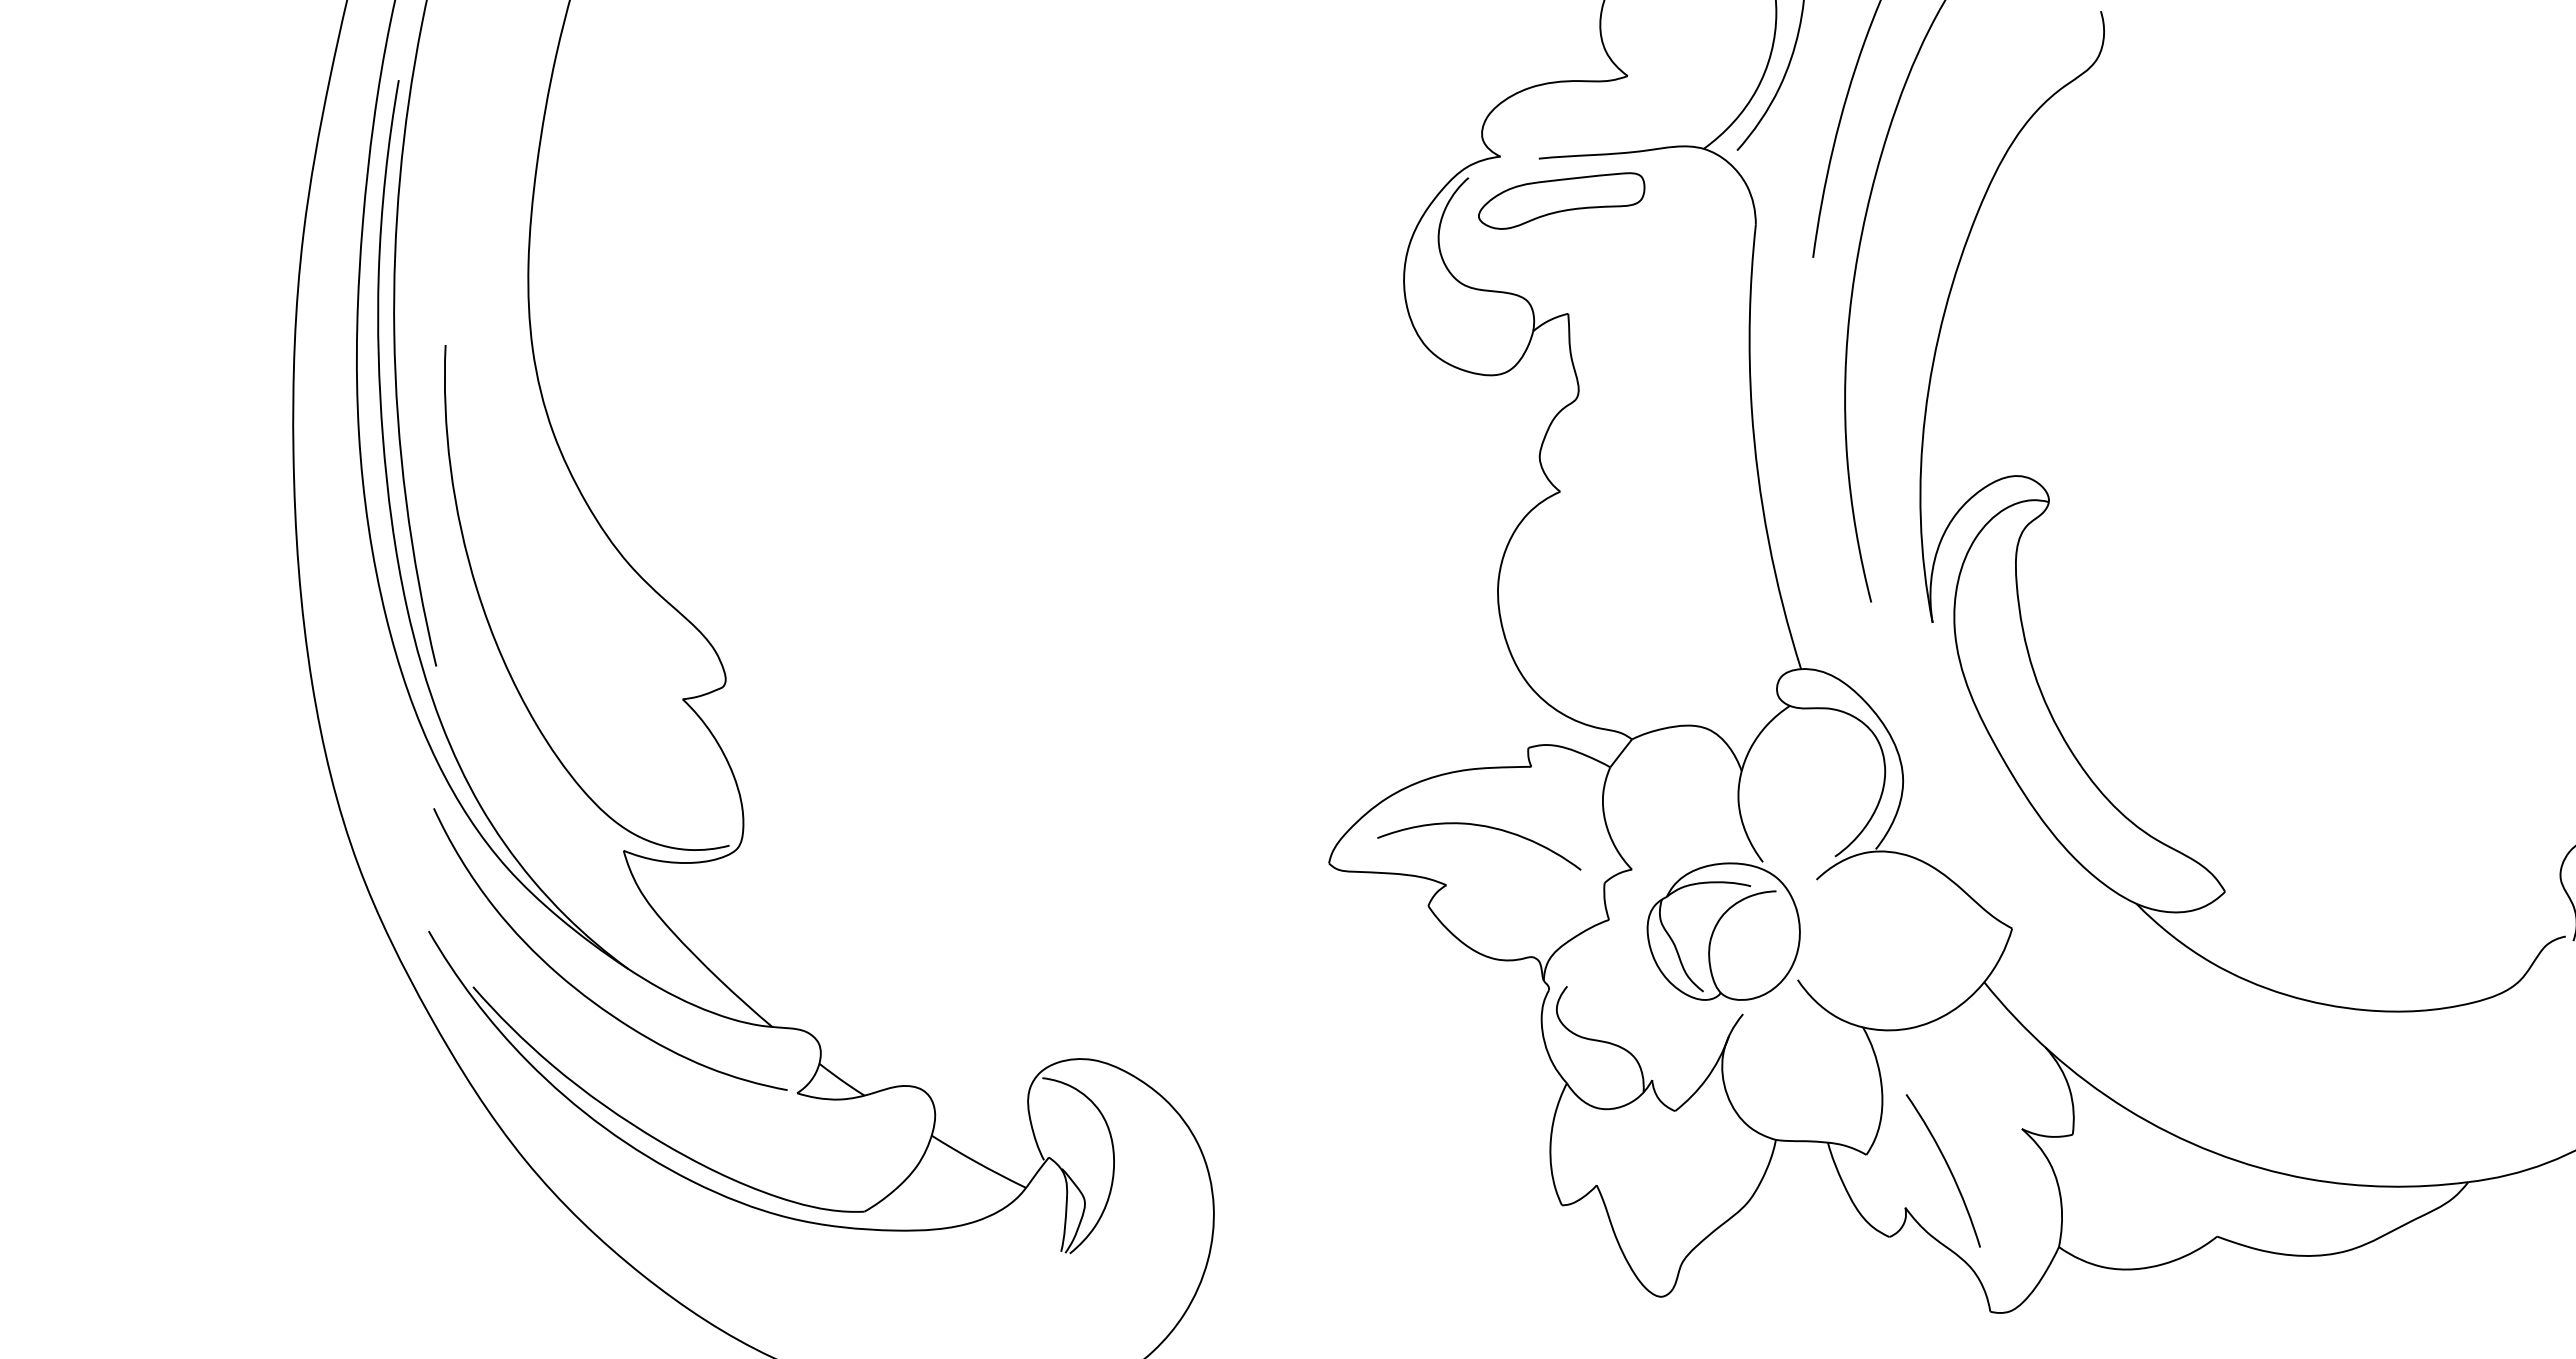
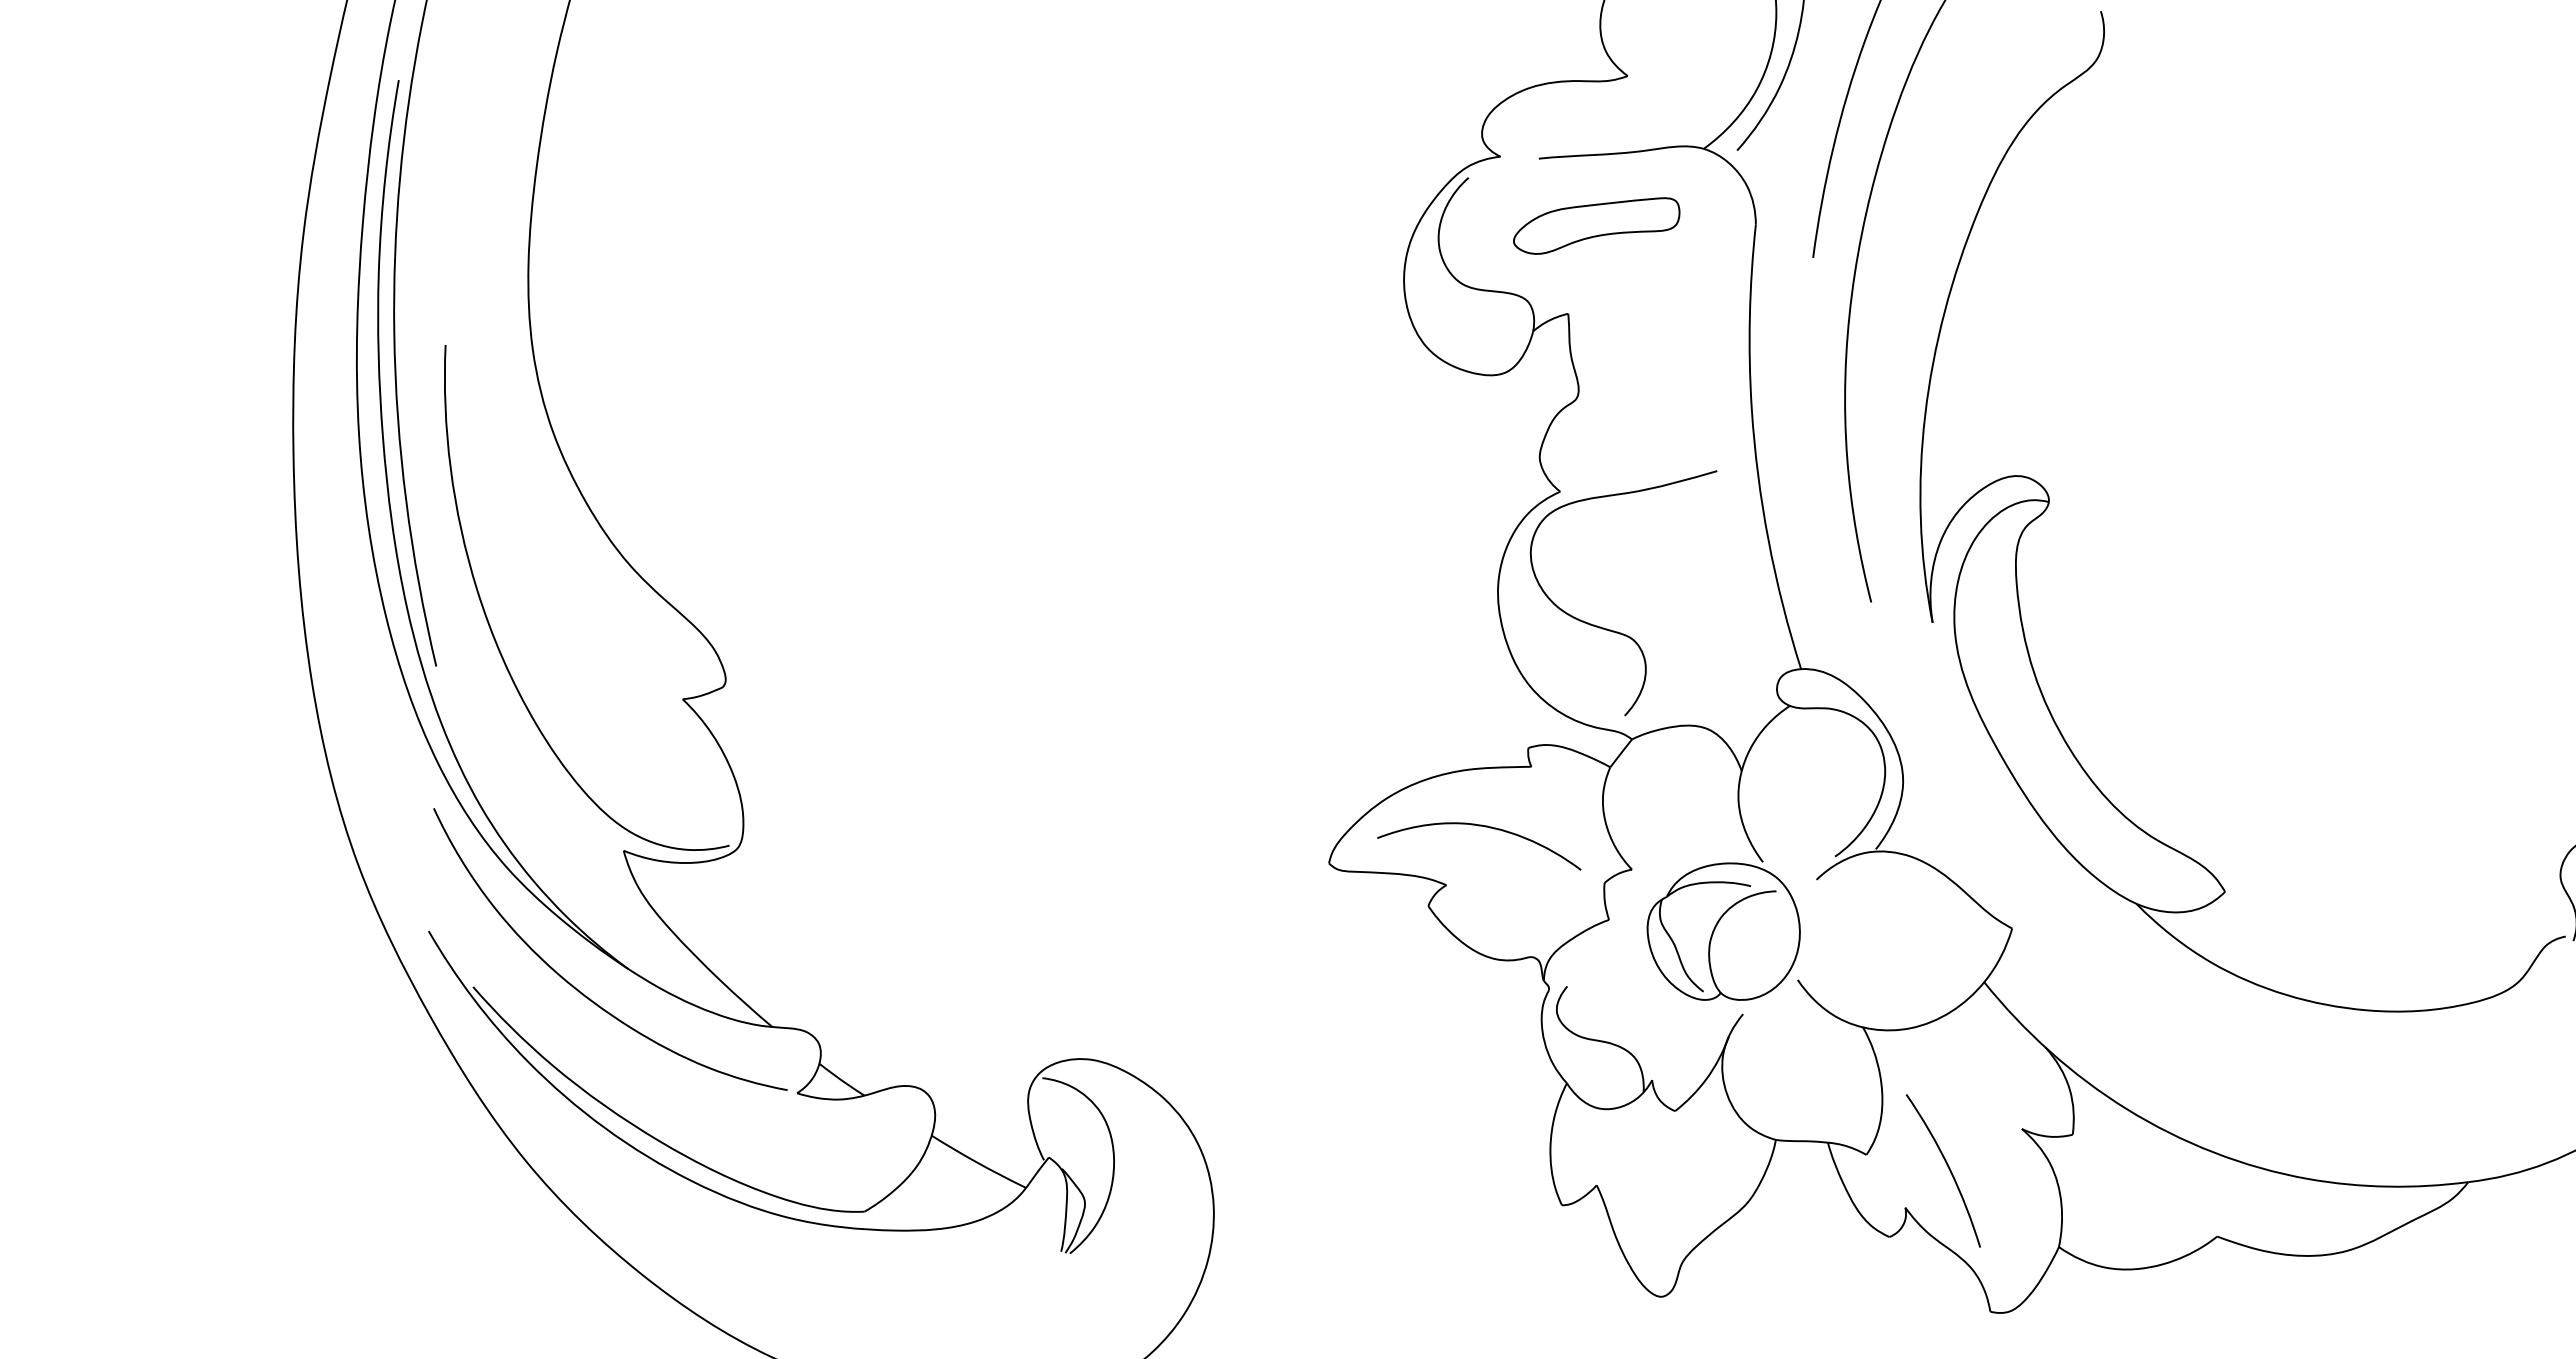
part at (1561, 200) position: (1561, 200) -> (1596, 225)
curve at (1614, 630): none -> present
